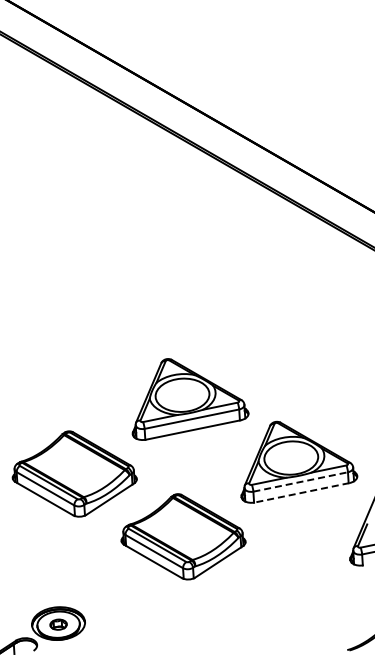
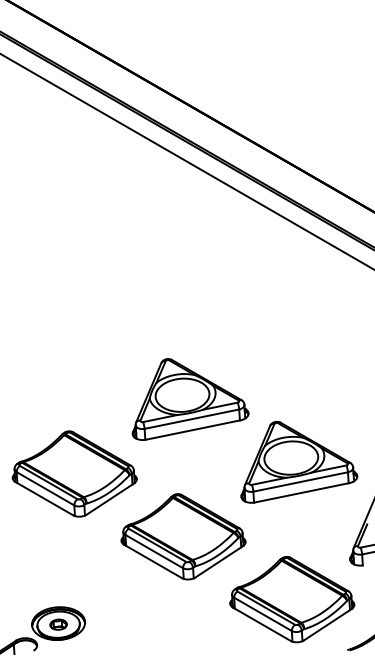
line at (186, 161): none -> present
line at (301, 481): dashed -> solid
line at (301, 492): dashed -> solid
part at (292, 599): none -> present
